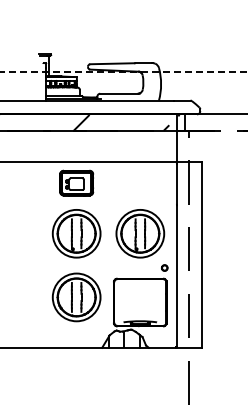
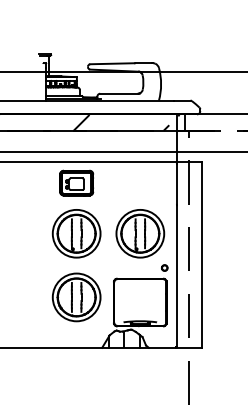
line at (124, 71): dashed -> solid
line at (123, 151): none -> present
